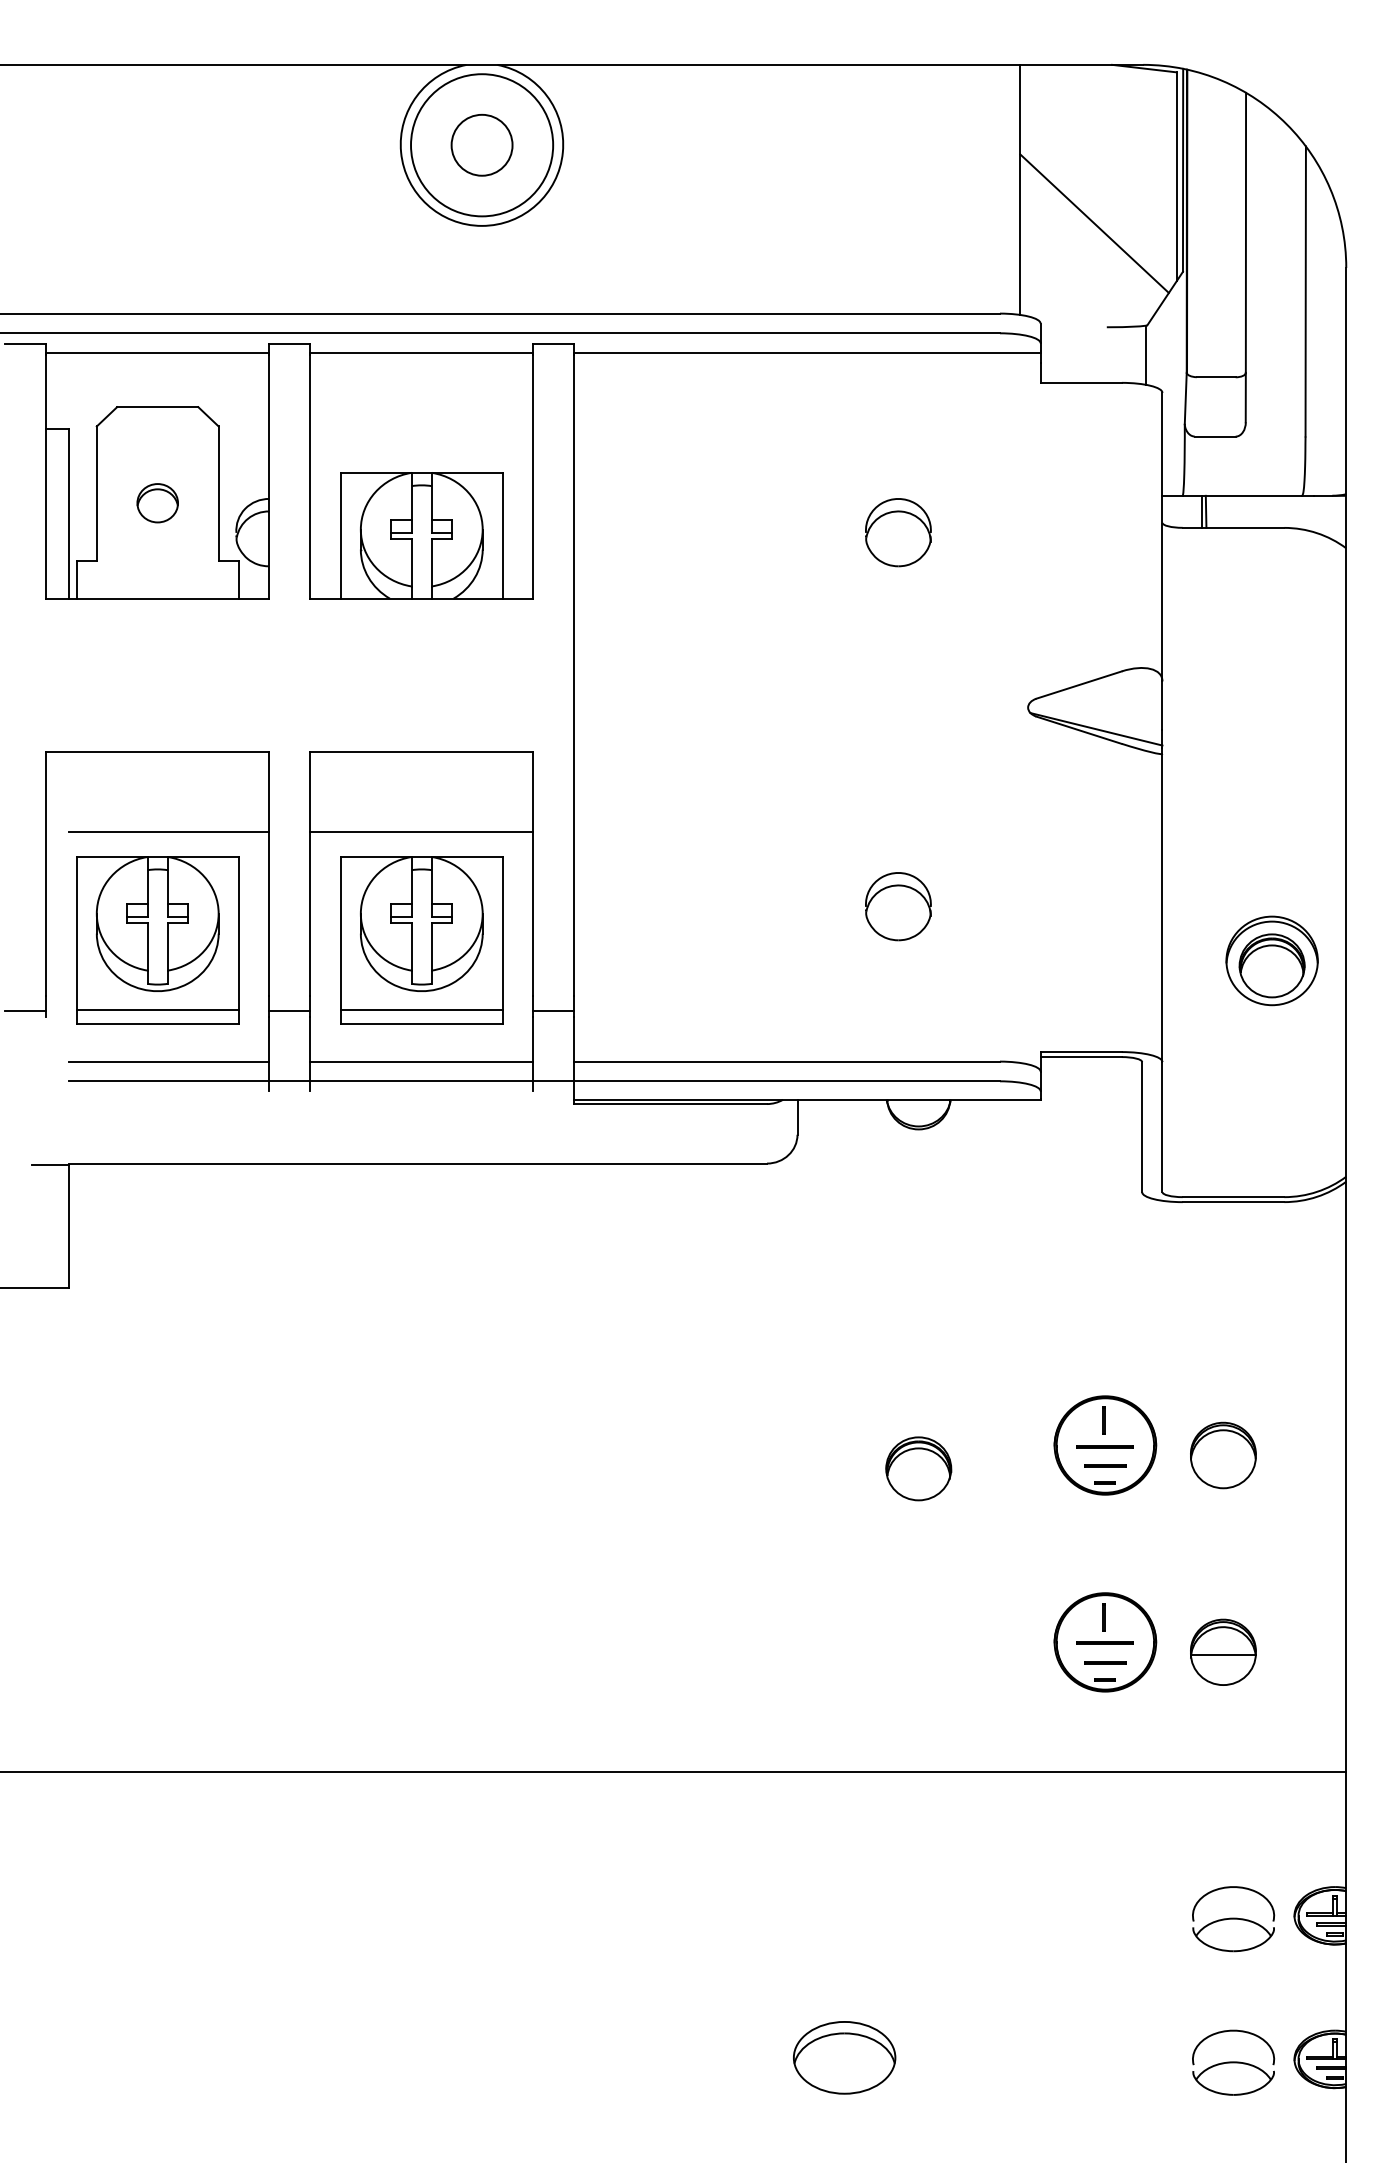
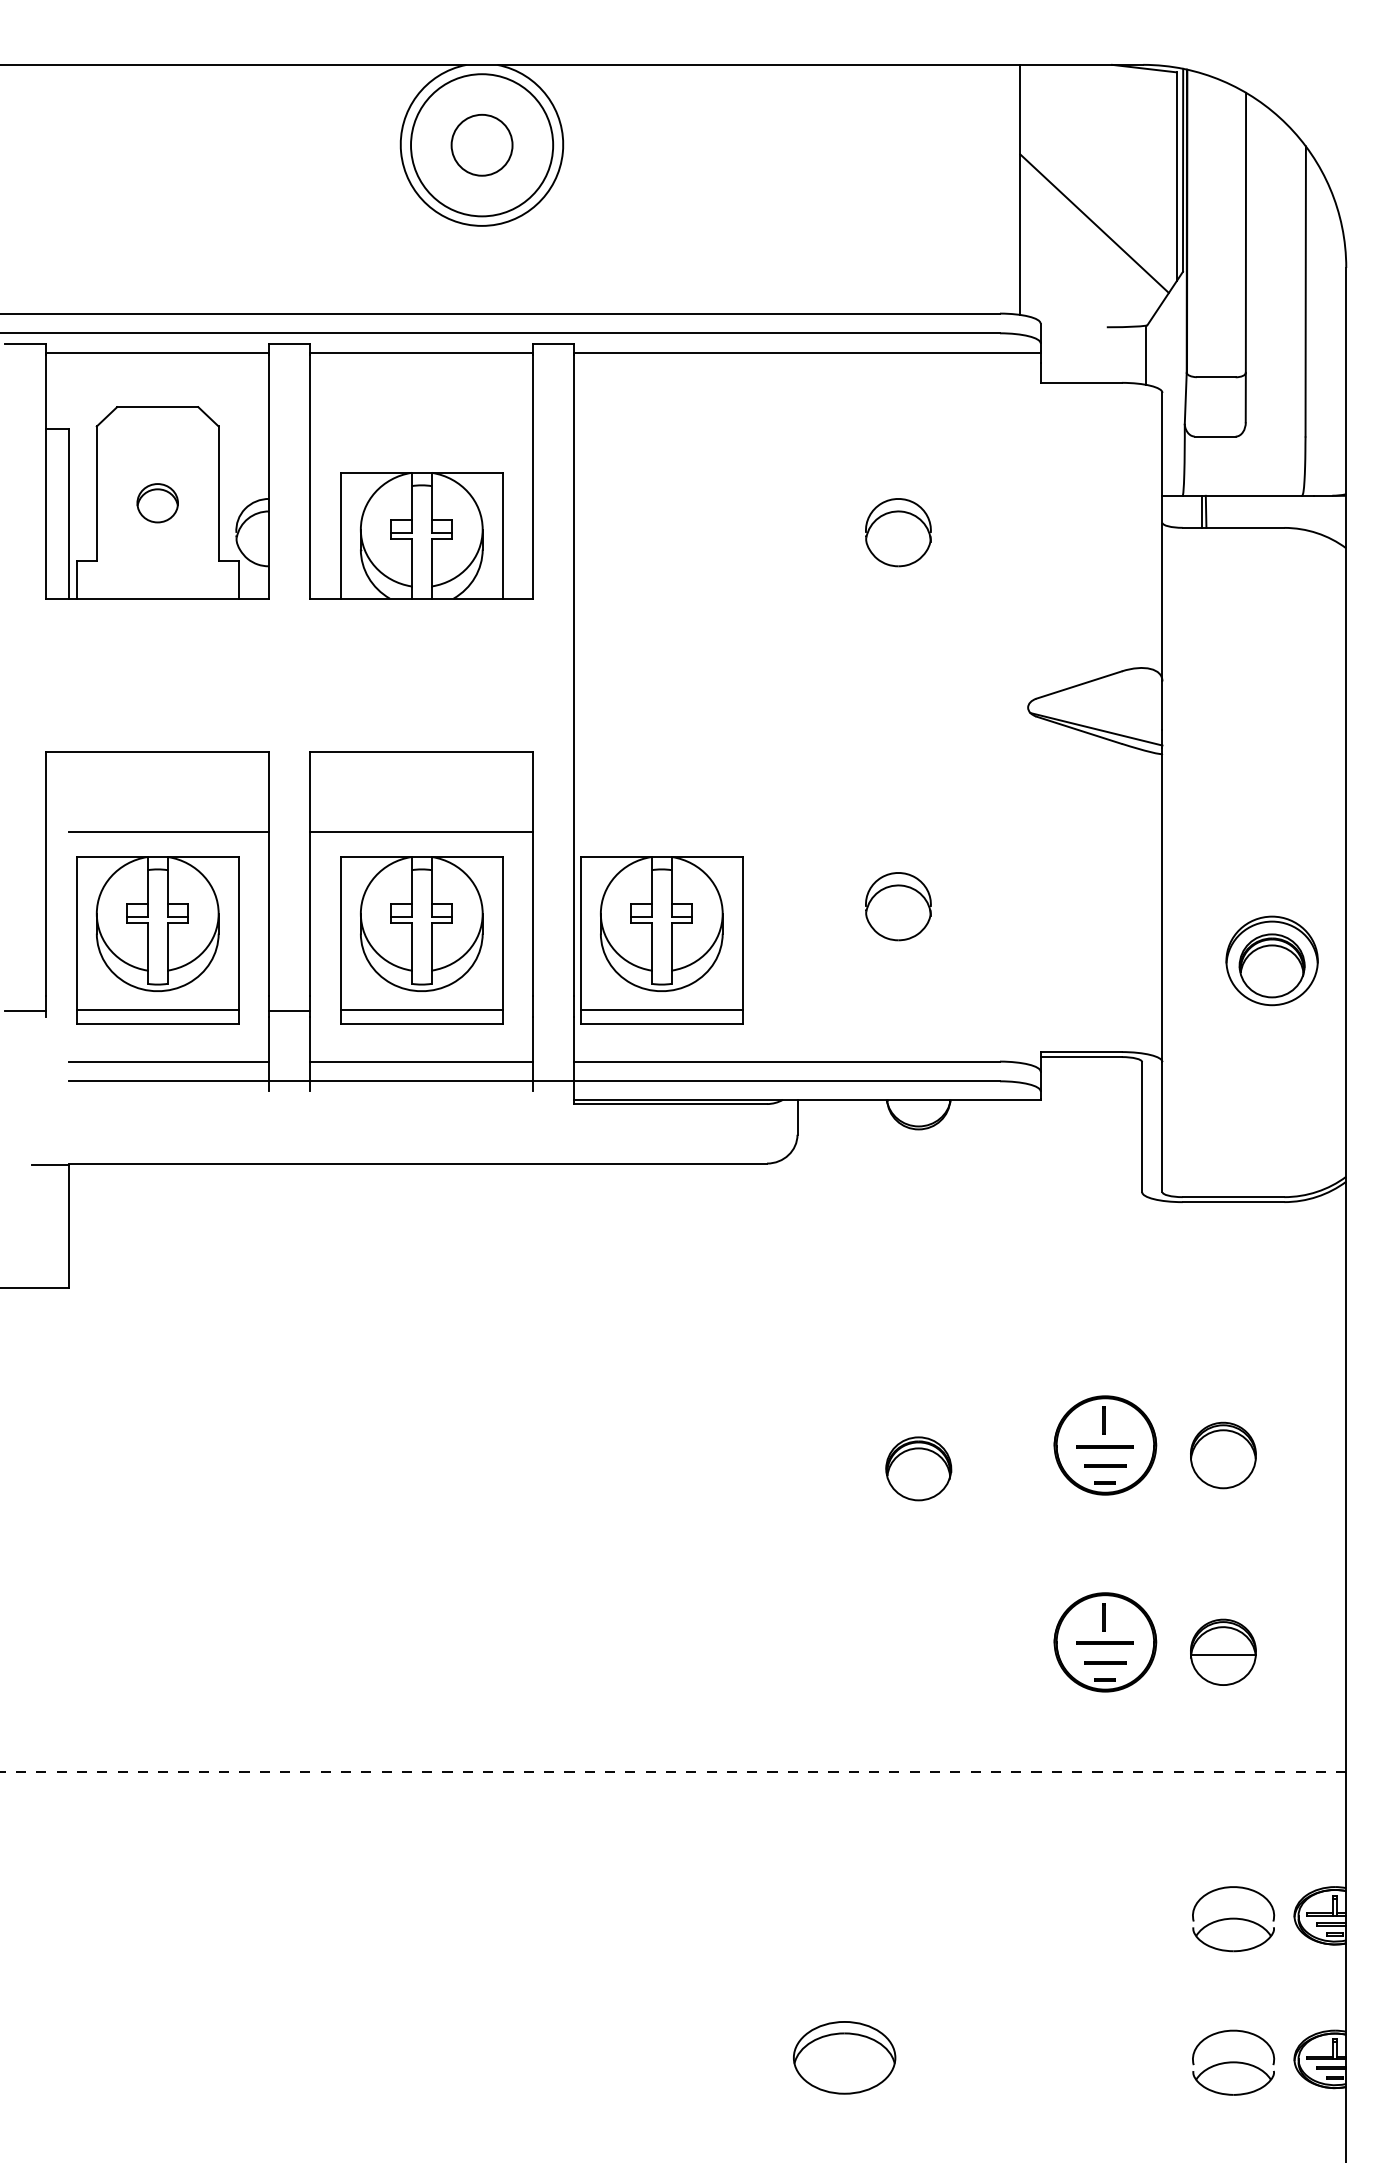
part at (661, 940): none -> present
line at (553, 1011): present -> none
line at (673, 1772): solid -> dashed
